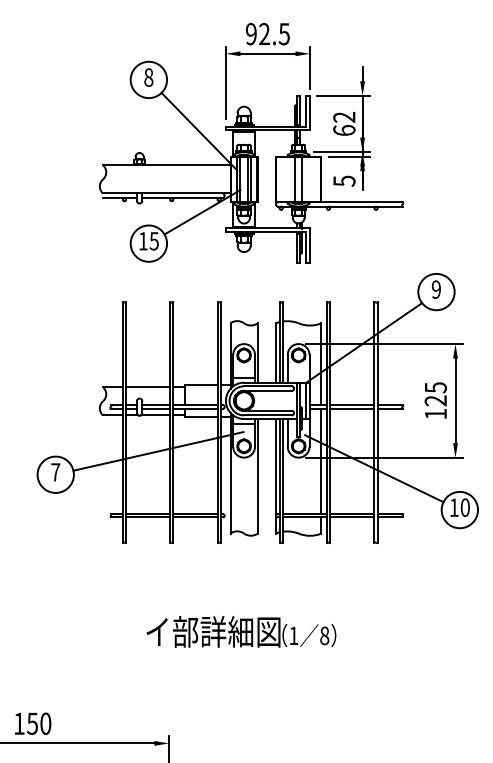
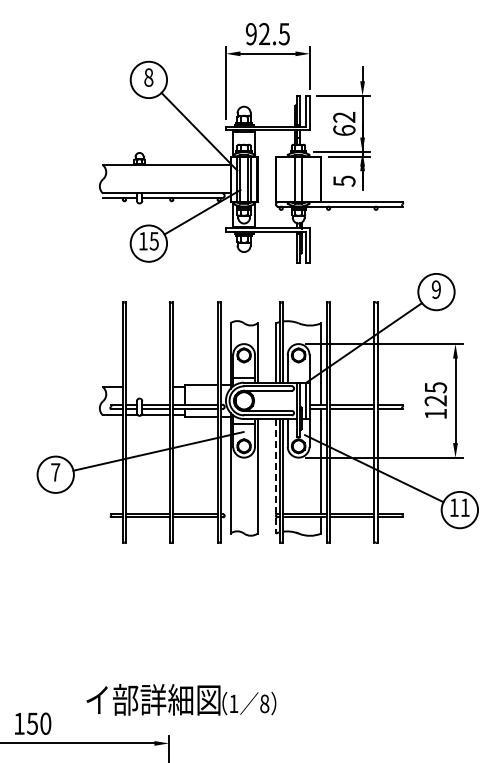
line at (147, 387): present -> none
line at (275, 476): solid -> dashed
text at (464, 507): 10 -> 11
text at (241, 631) position: (241, 631) -> (181, 699)
